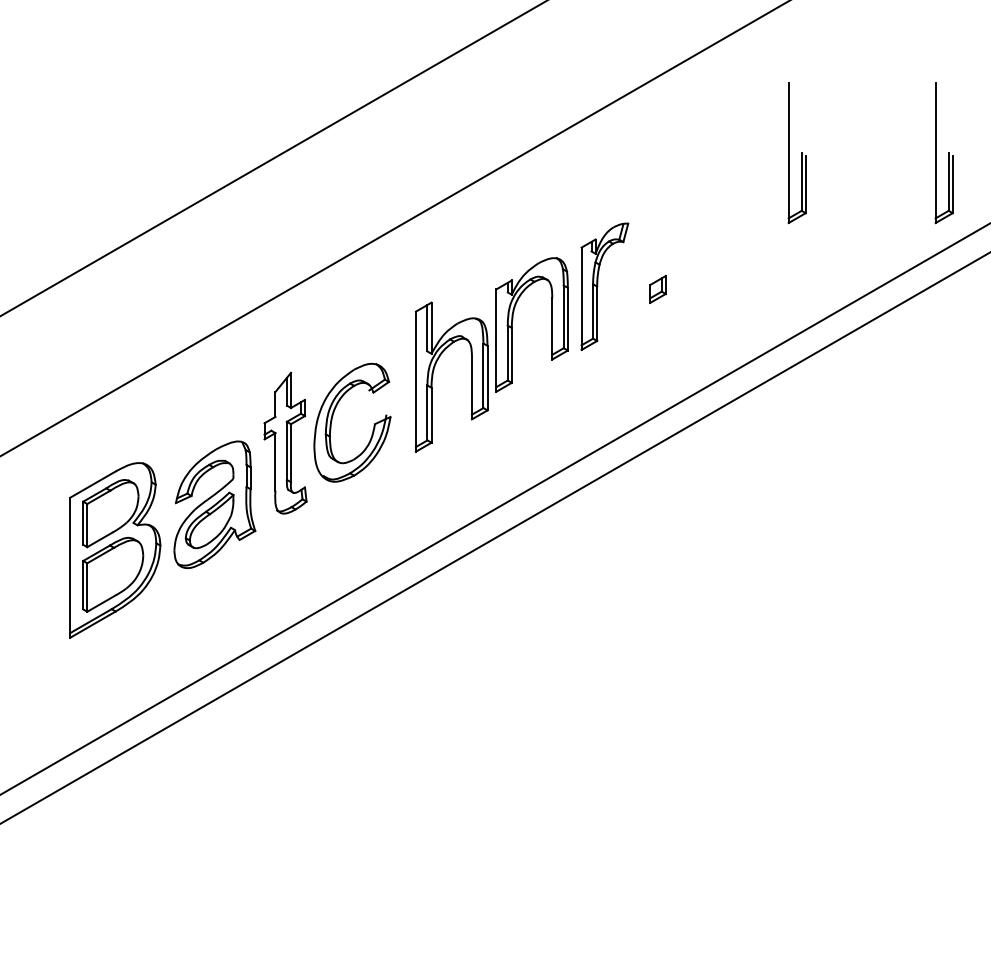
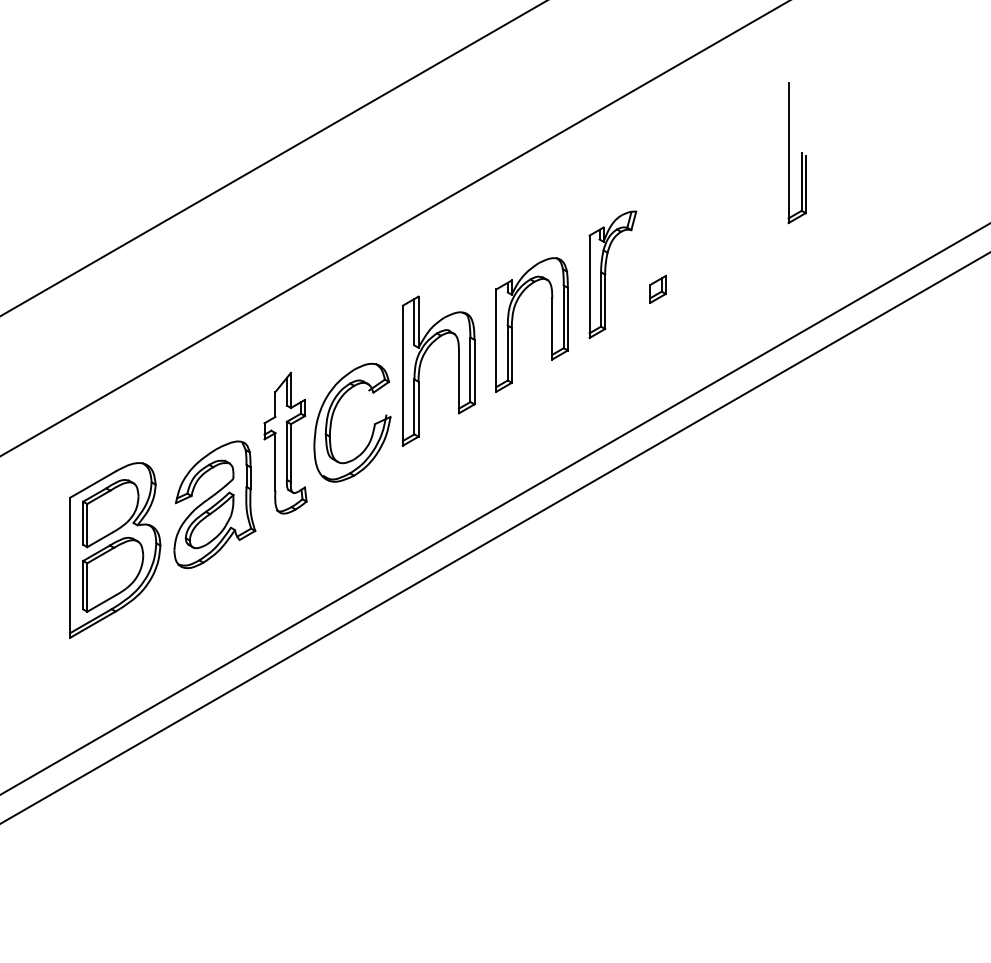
part at (943, 153): present -> none
part at (604, 286) position: (604, 286) -> (612, 274)
part at (433, 376) position: (433, 376) -> (420, 370)
